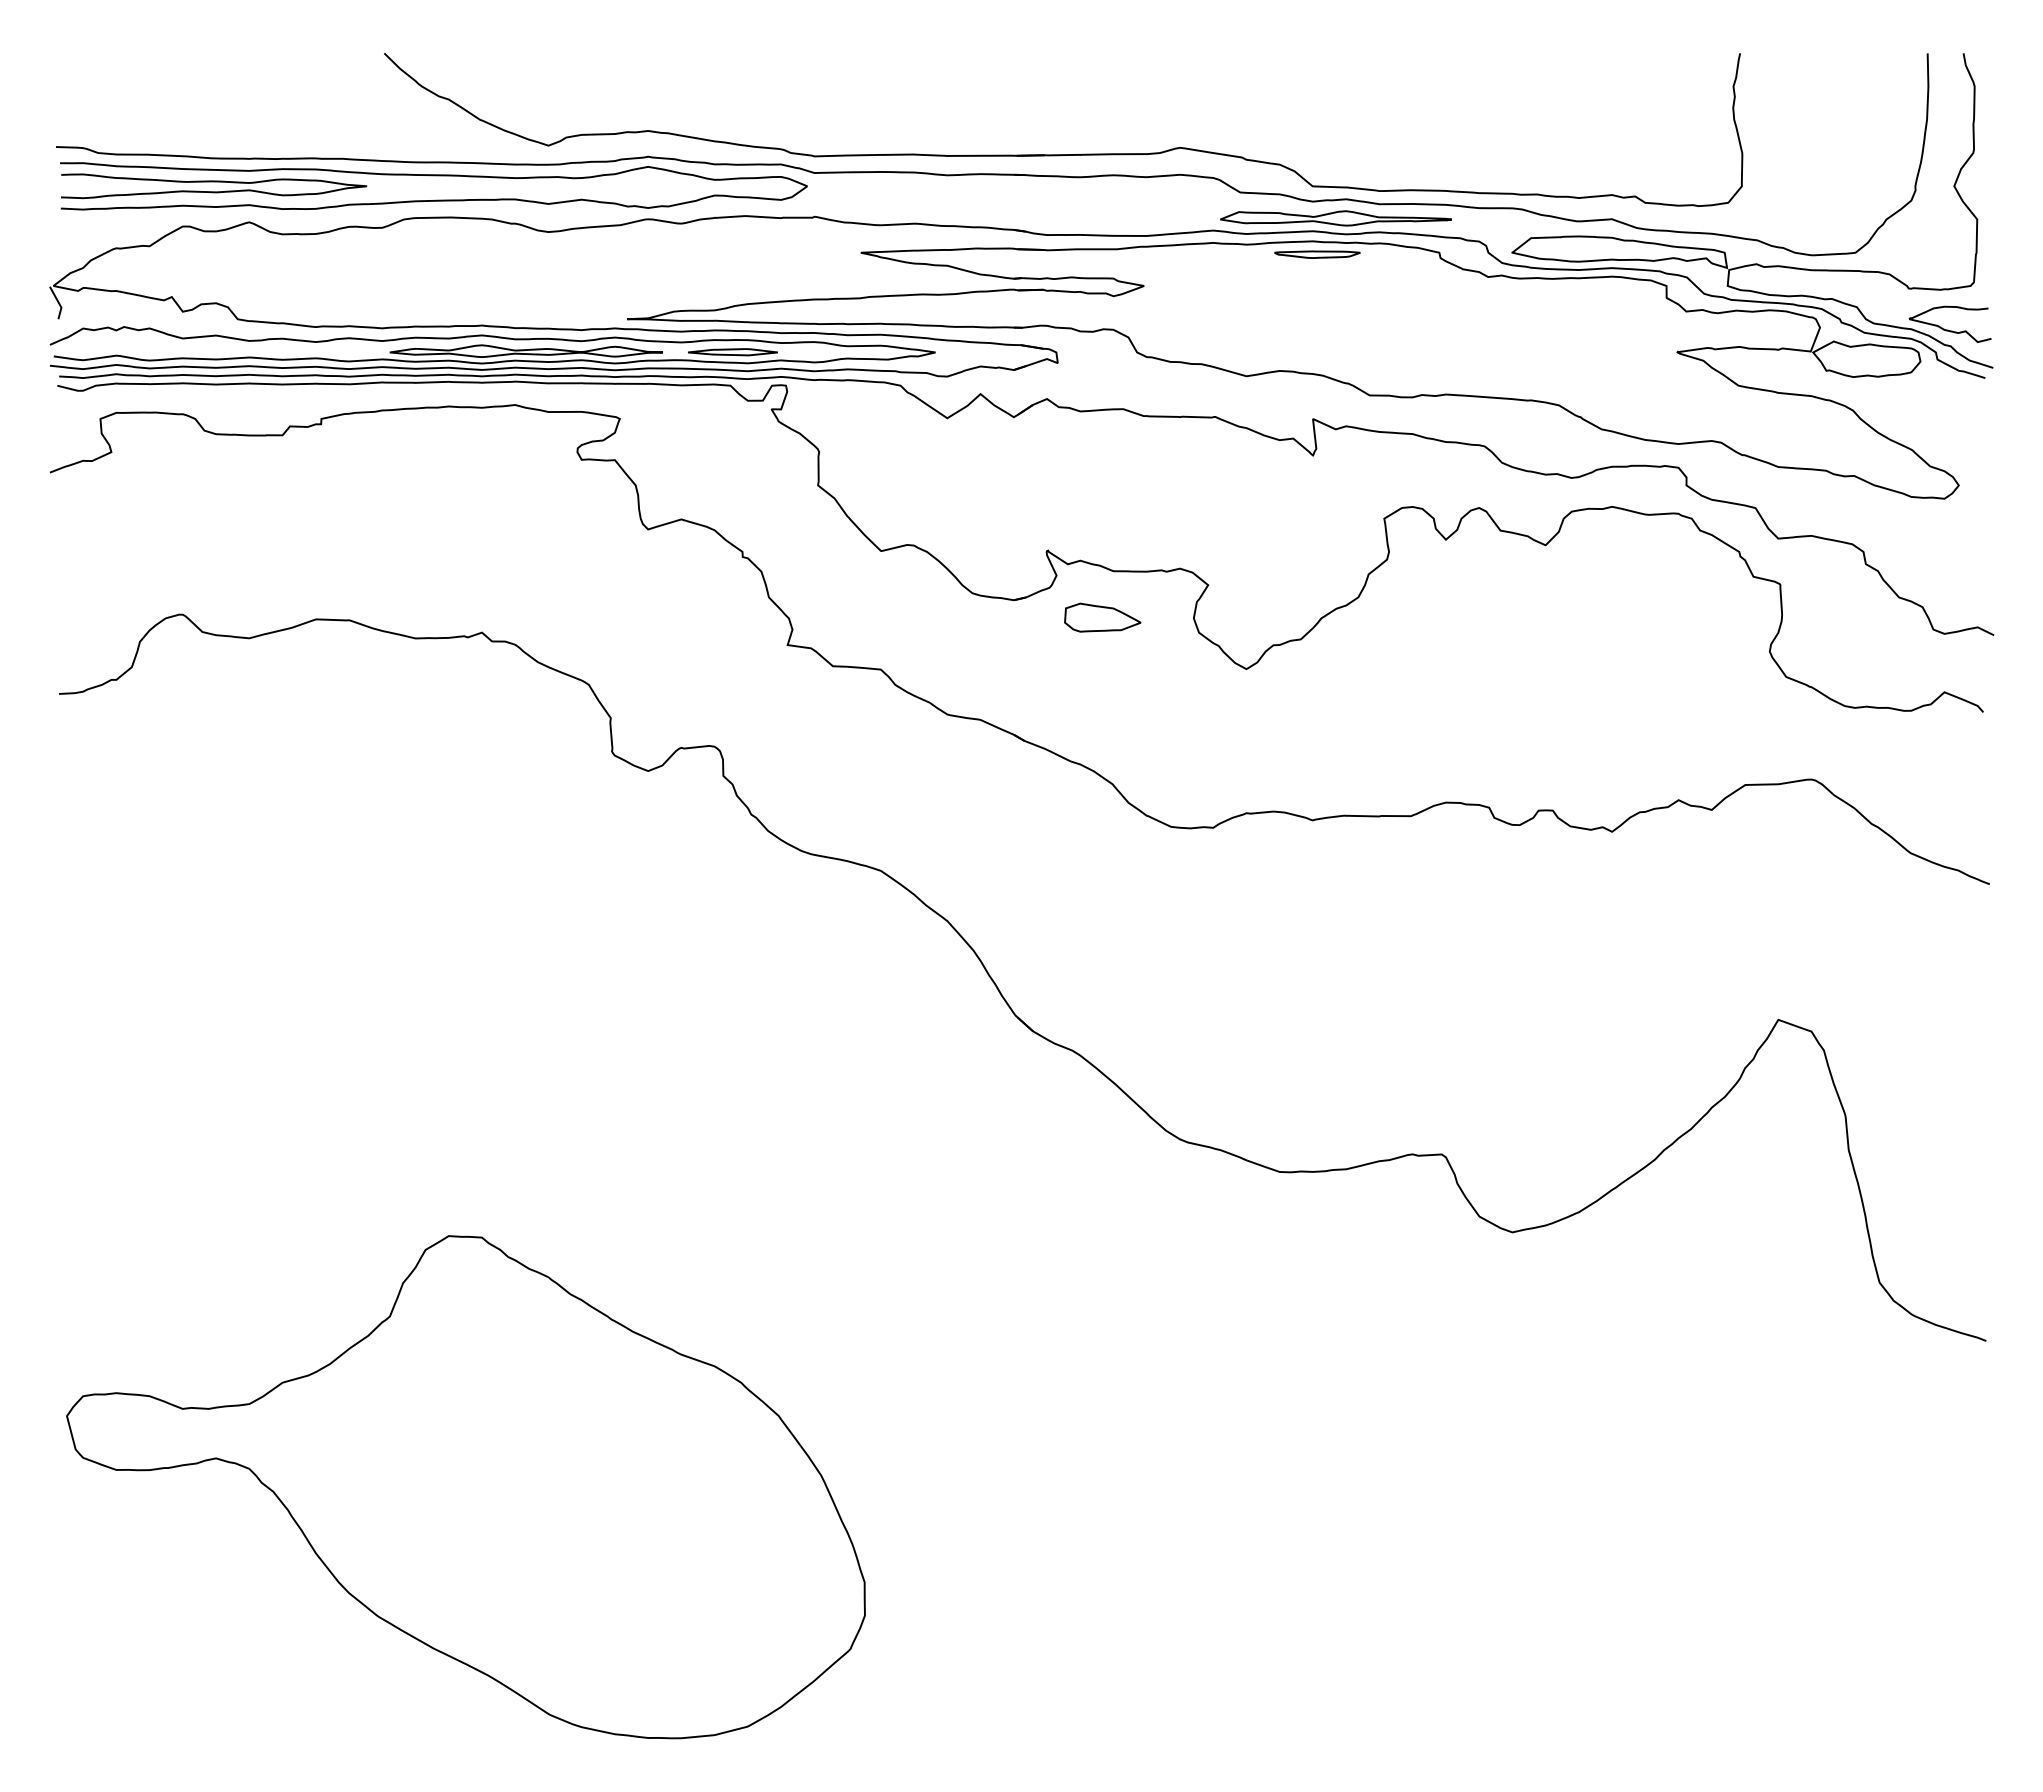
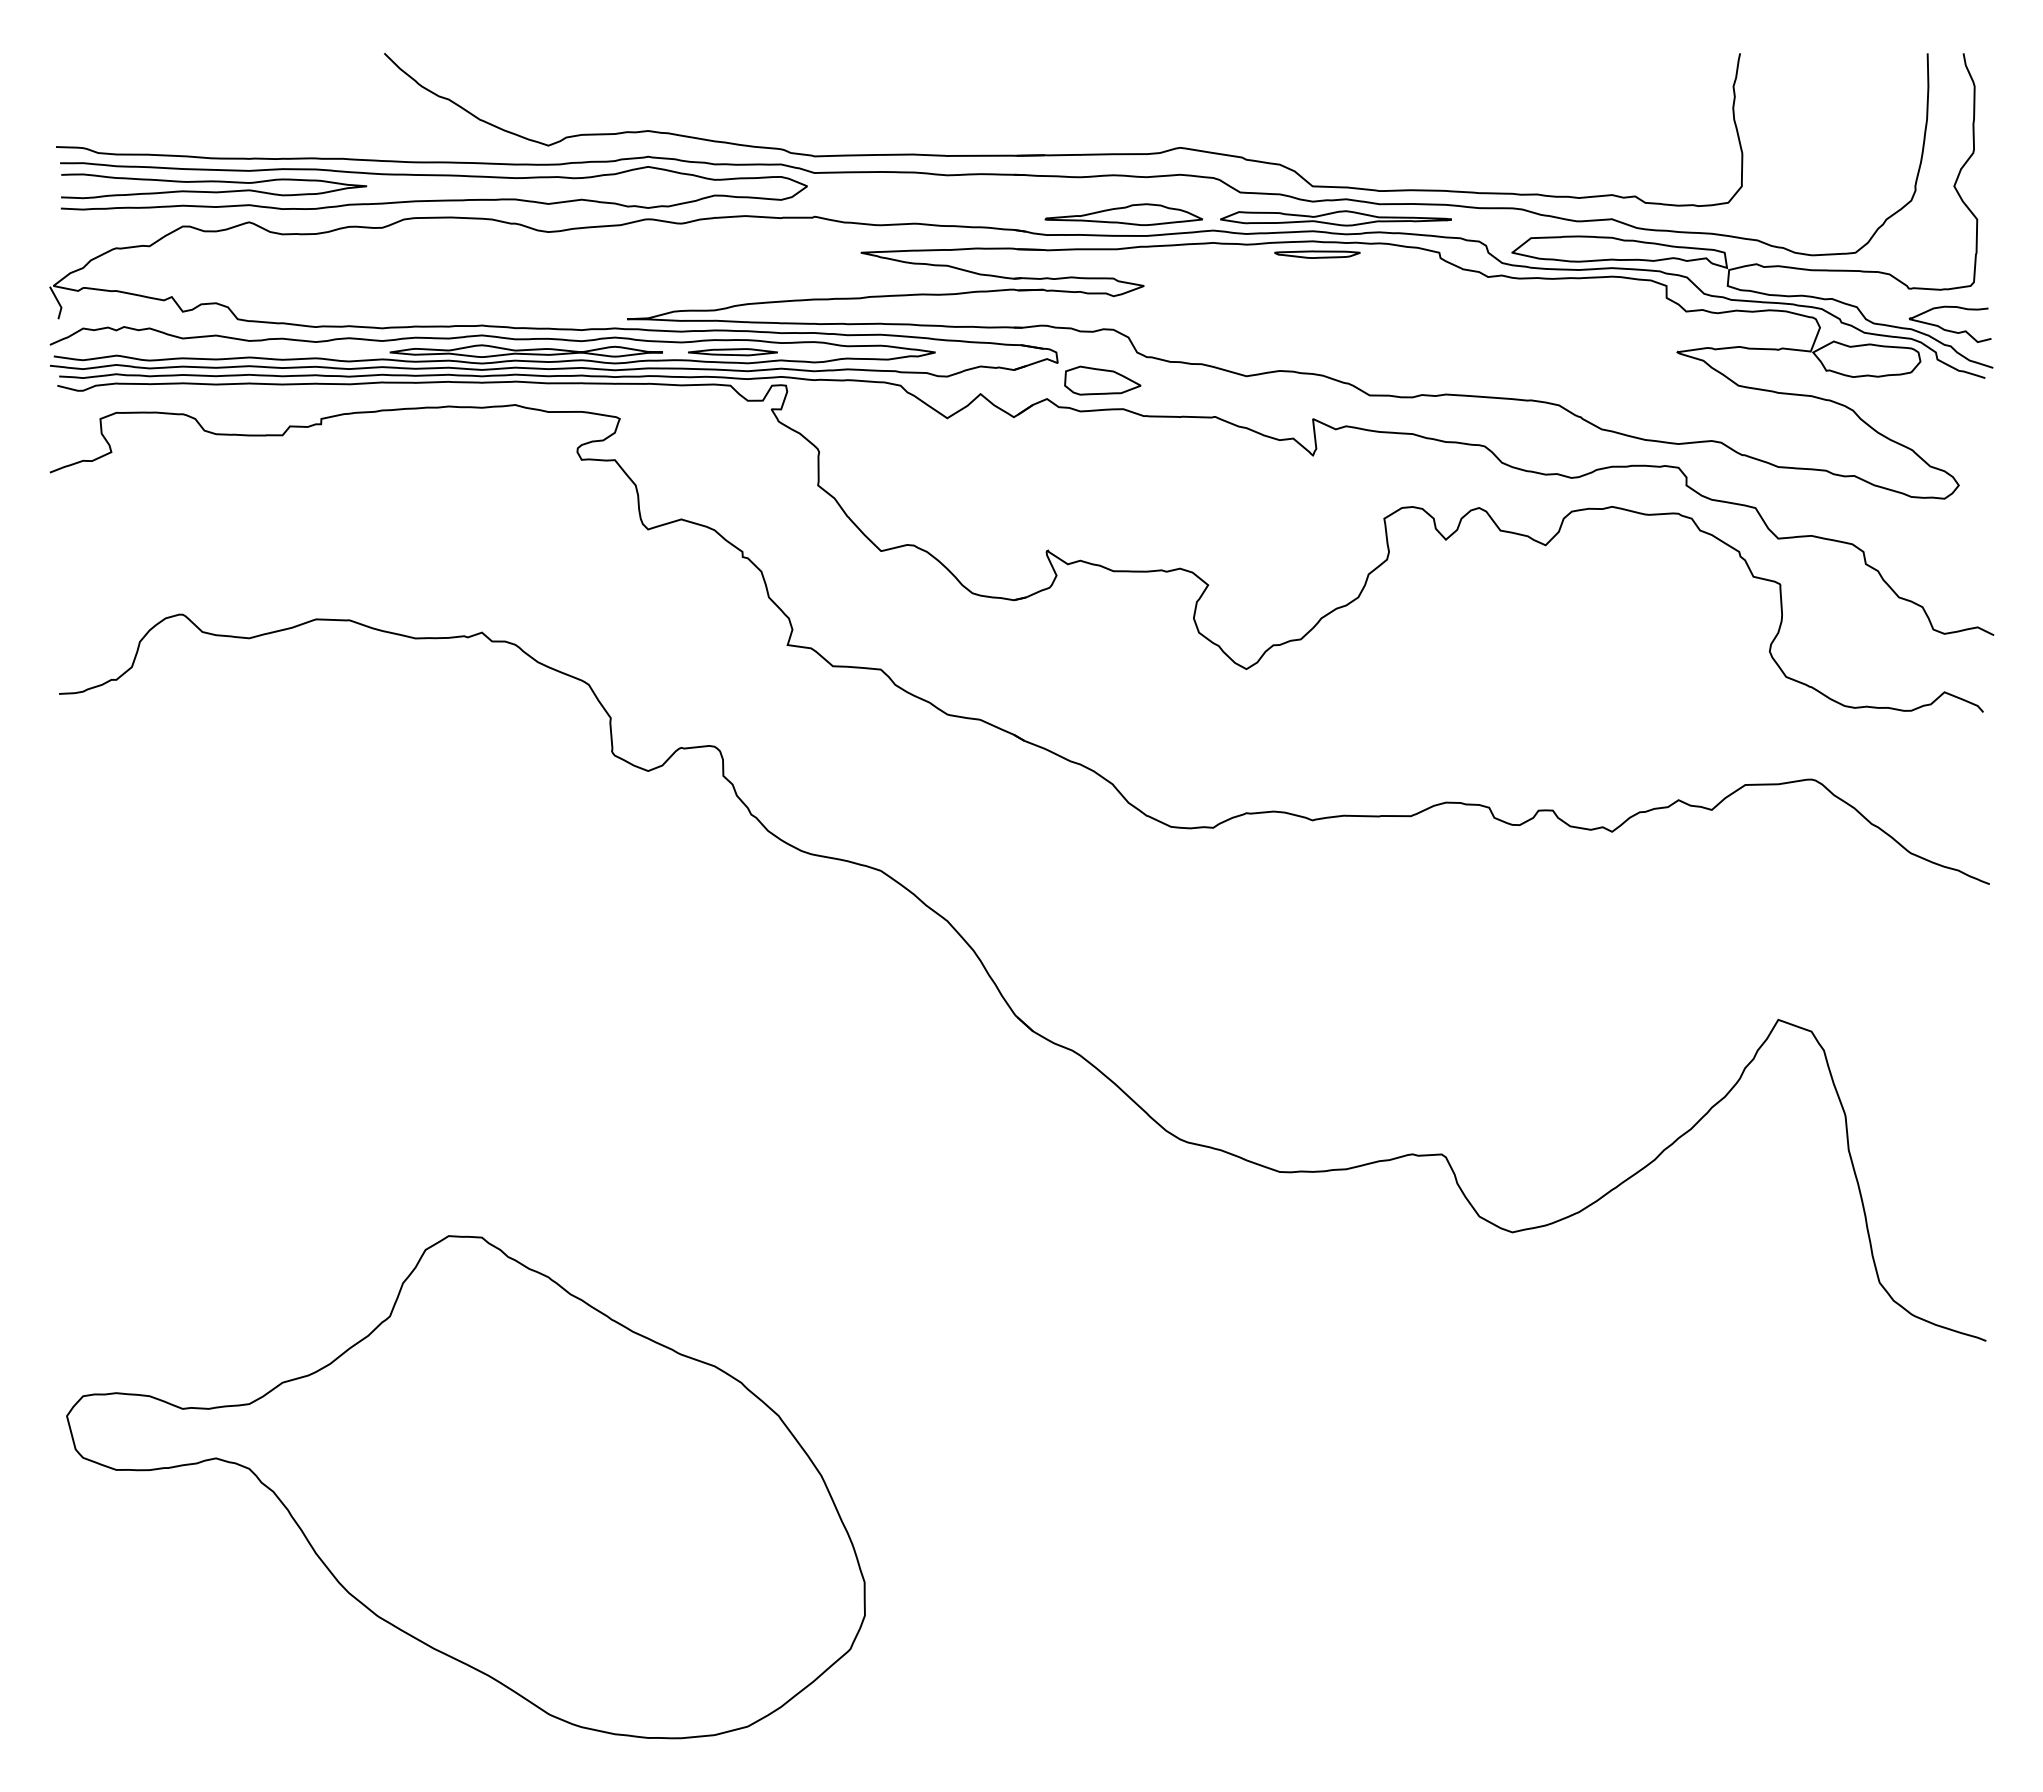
part at (1123, 214): none -> present
part at (1102, 617) position: (1102, 617) -> (1102, 380)
